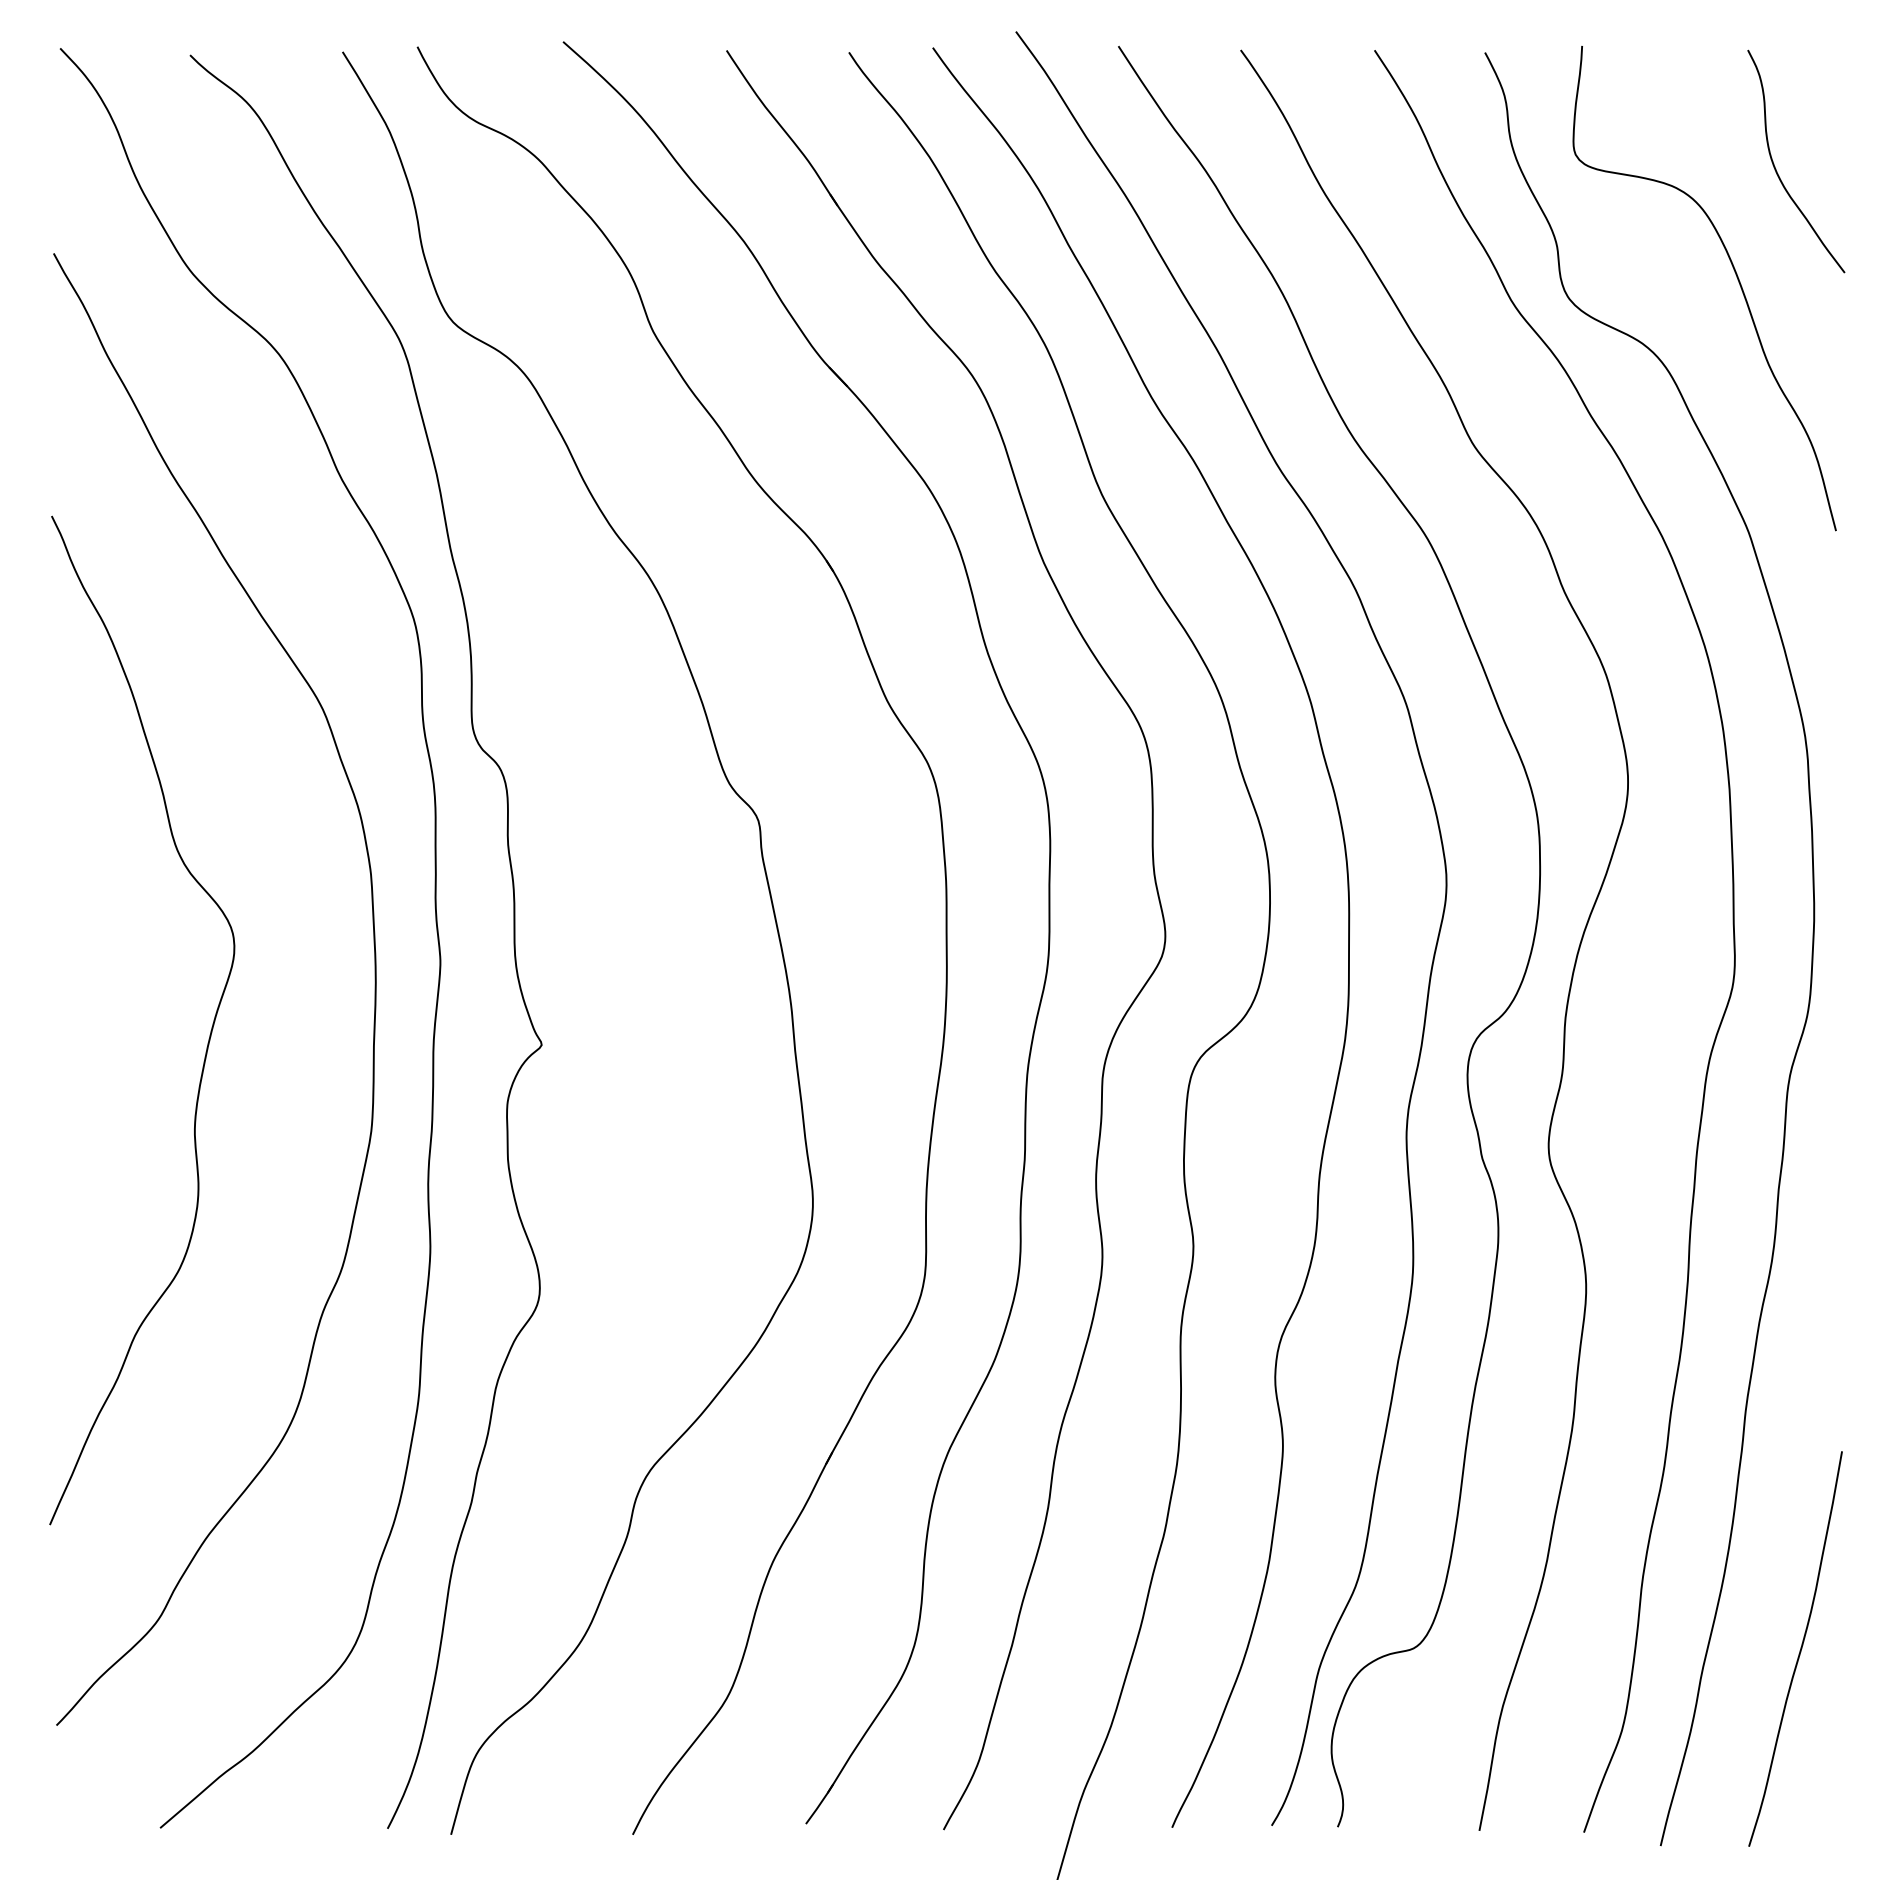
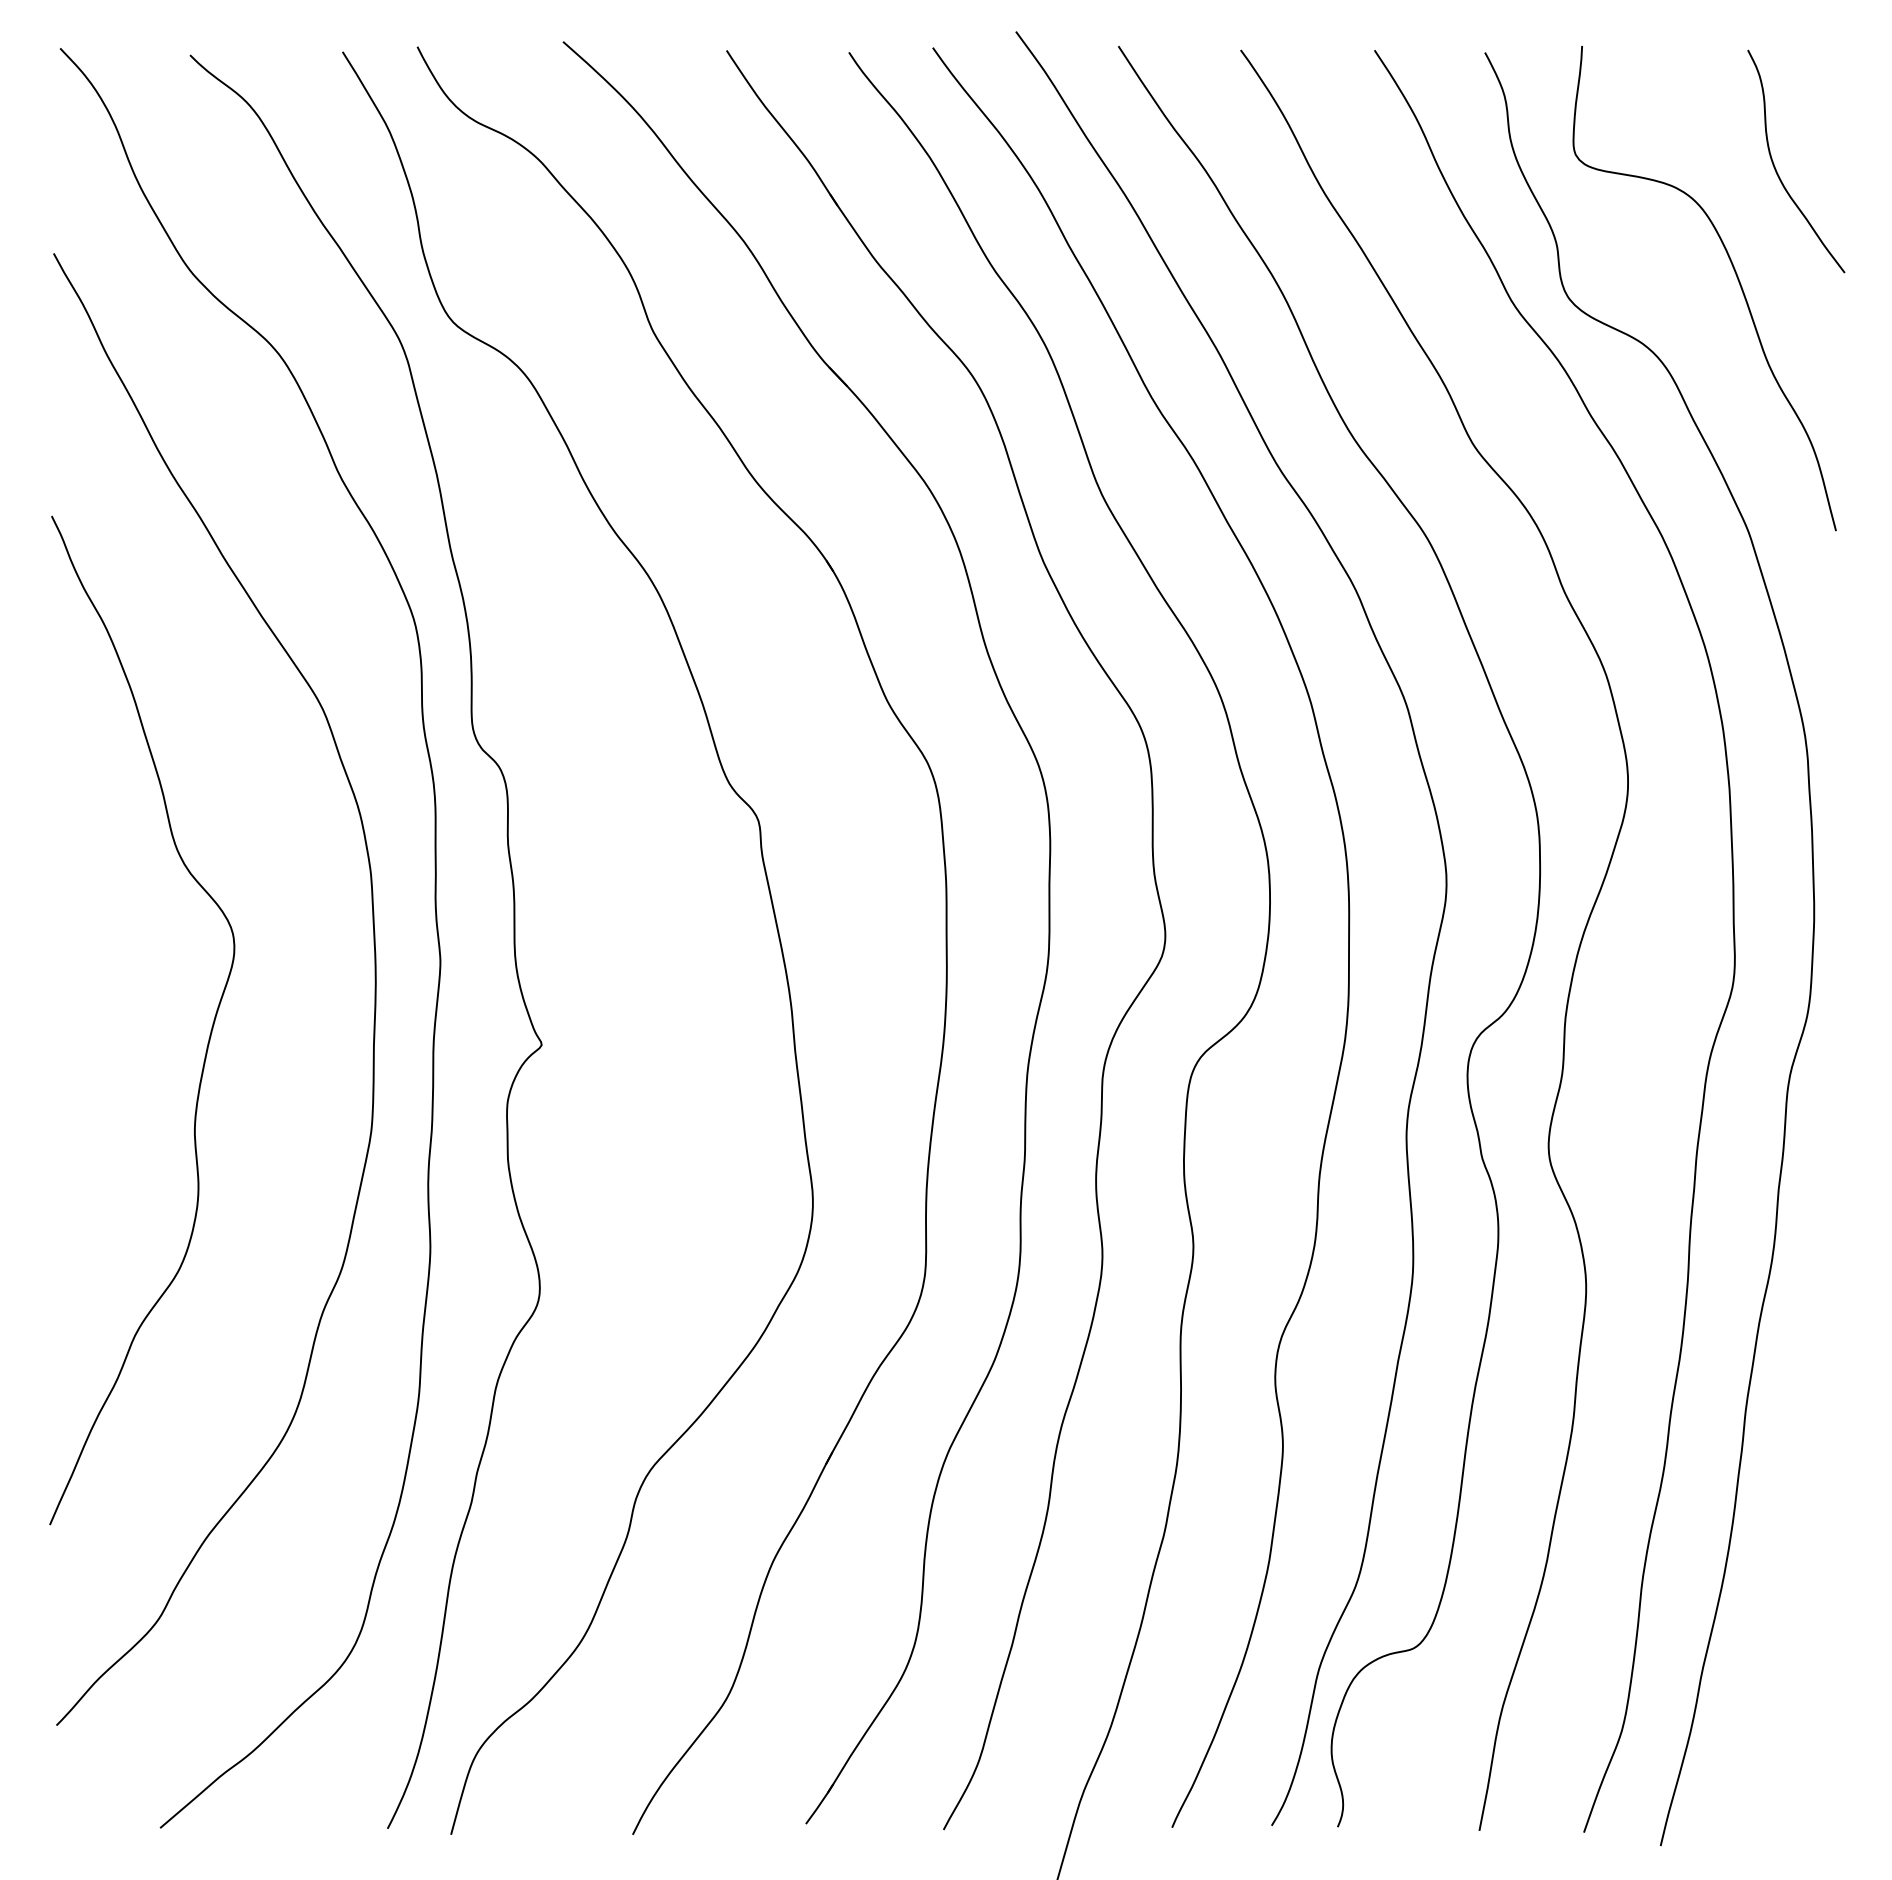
curve at (1799, 1650): present -> none
